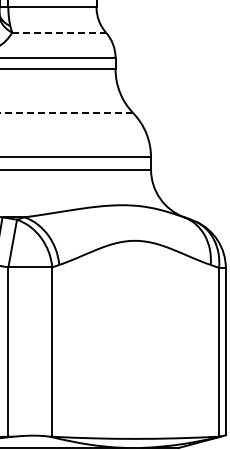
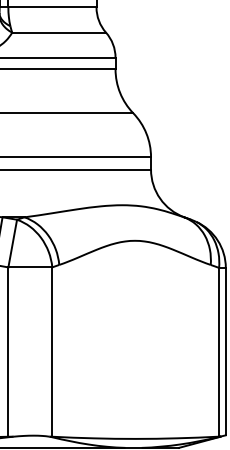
line at (59, 32): dashed -> solid
line at (66, 113): dashed -> solid
